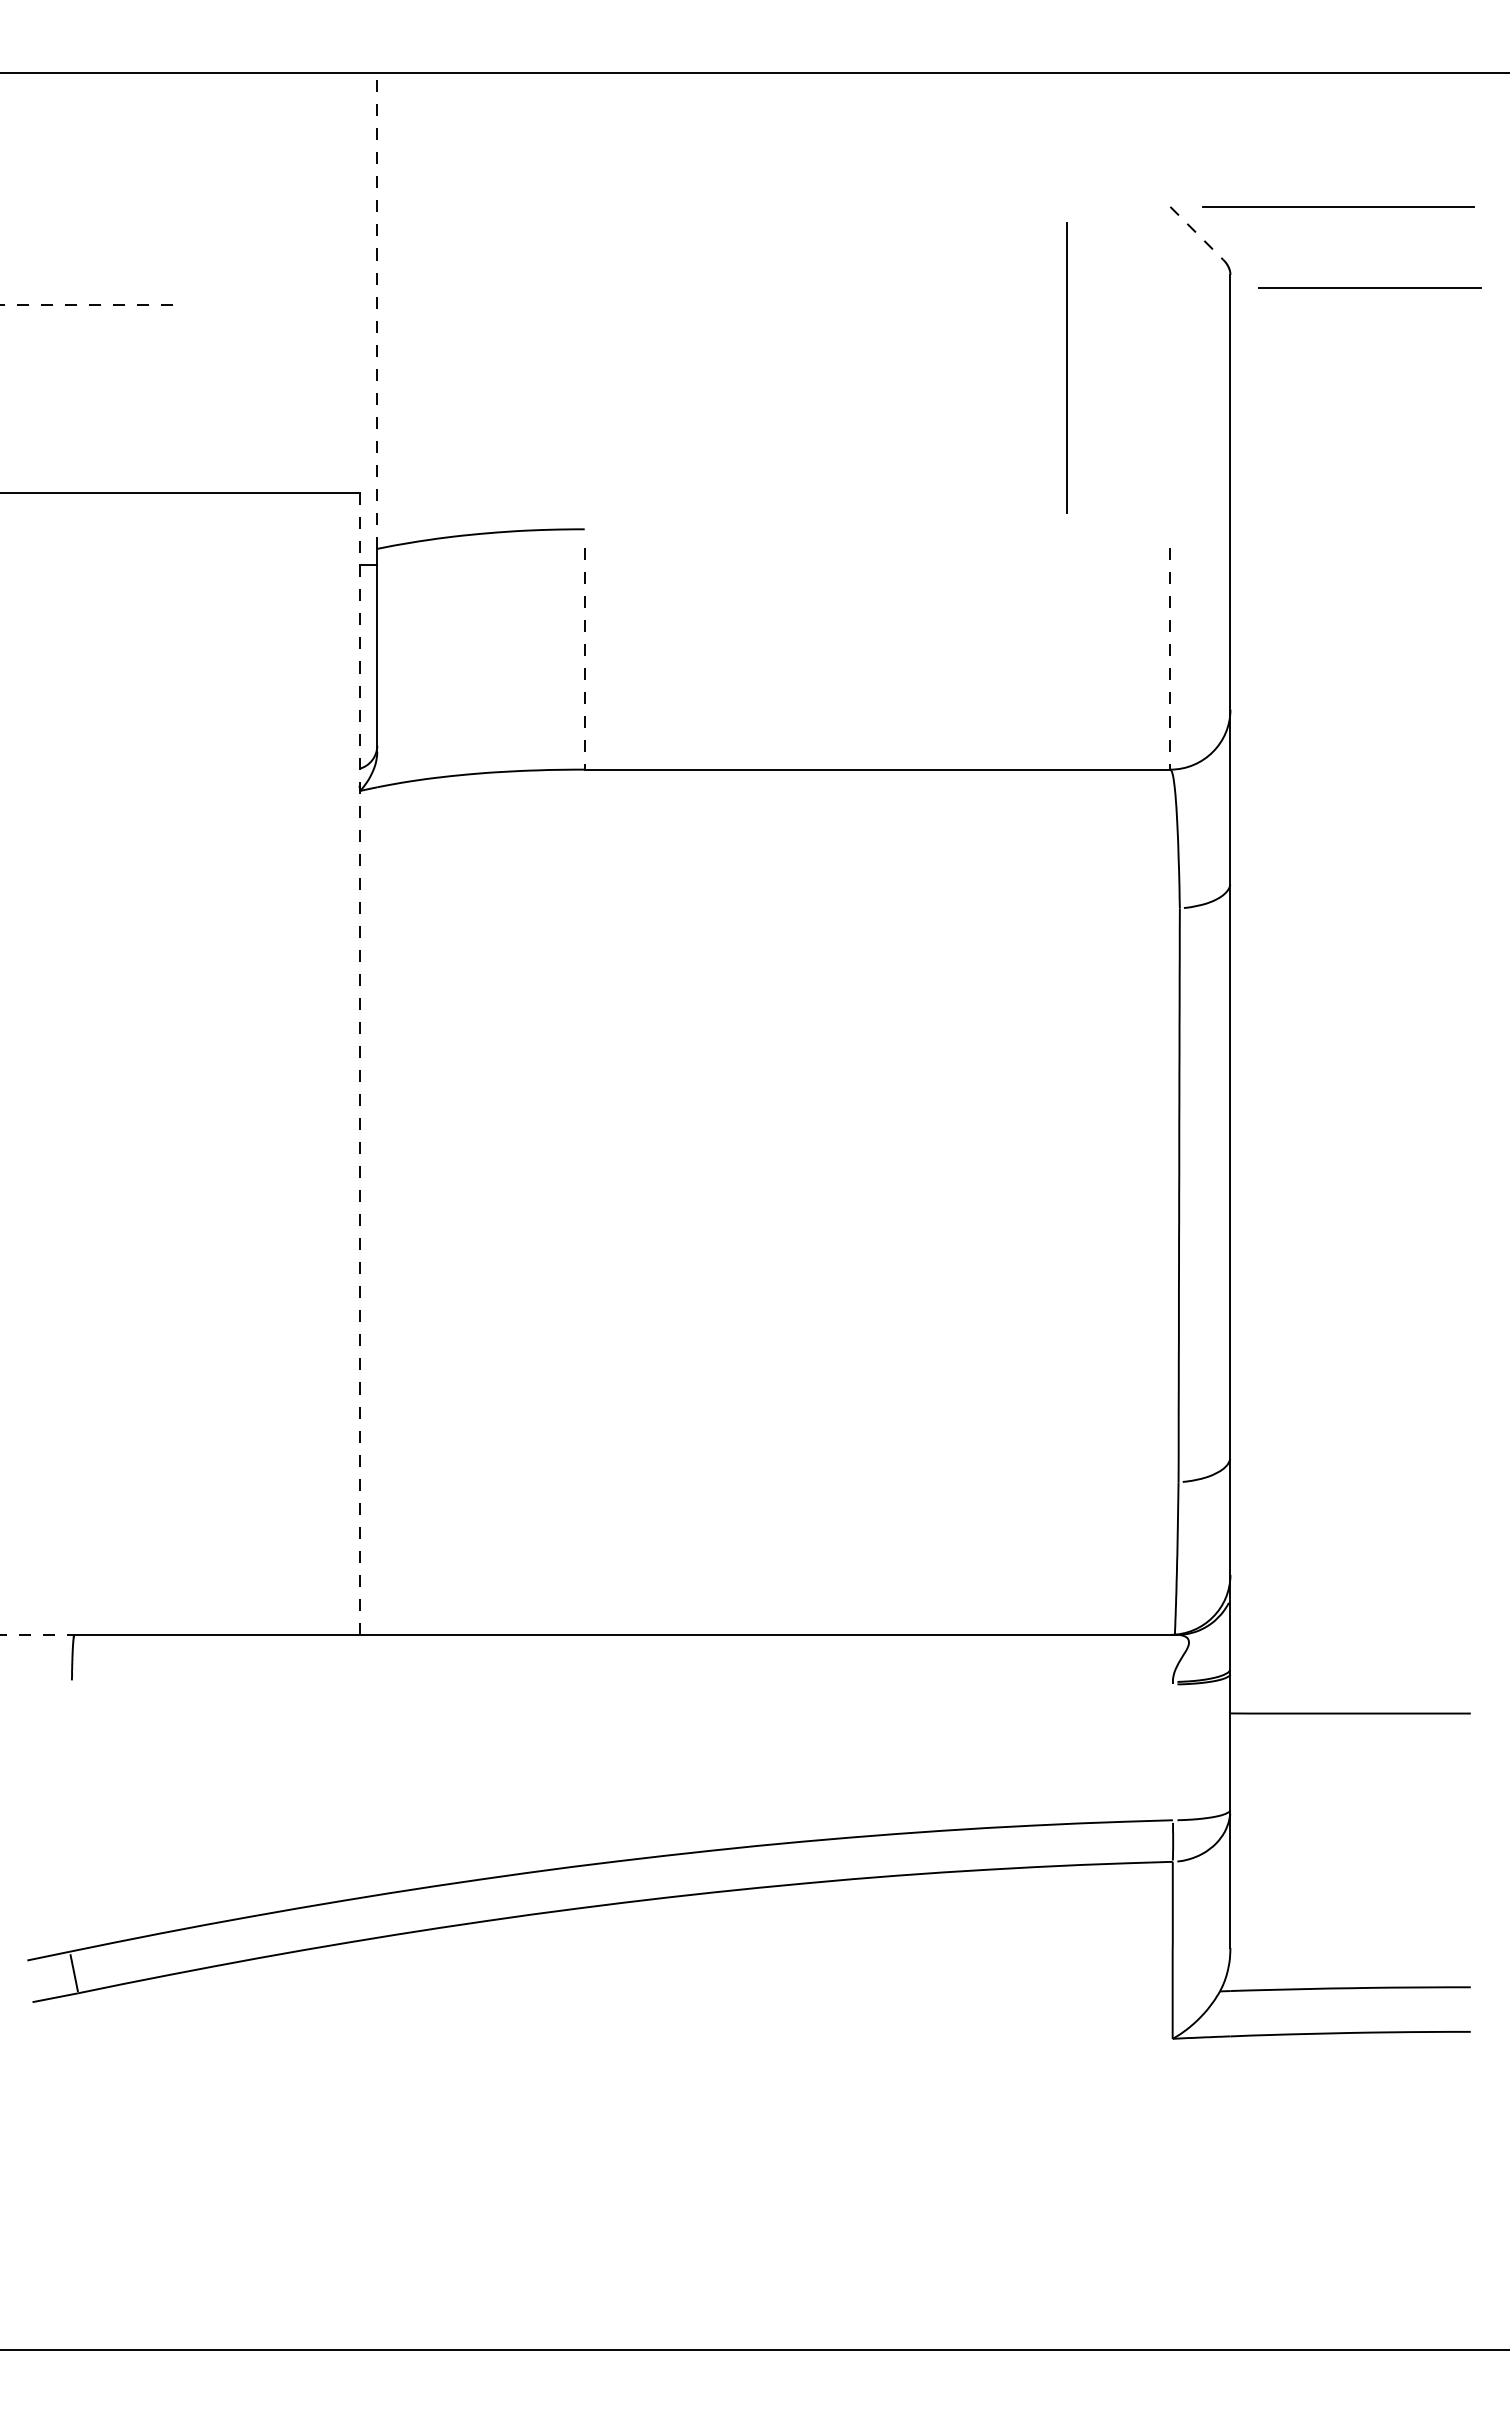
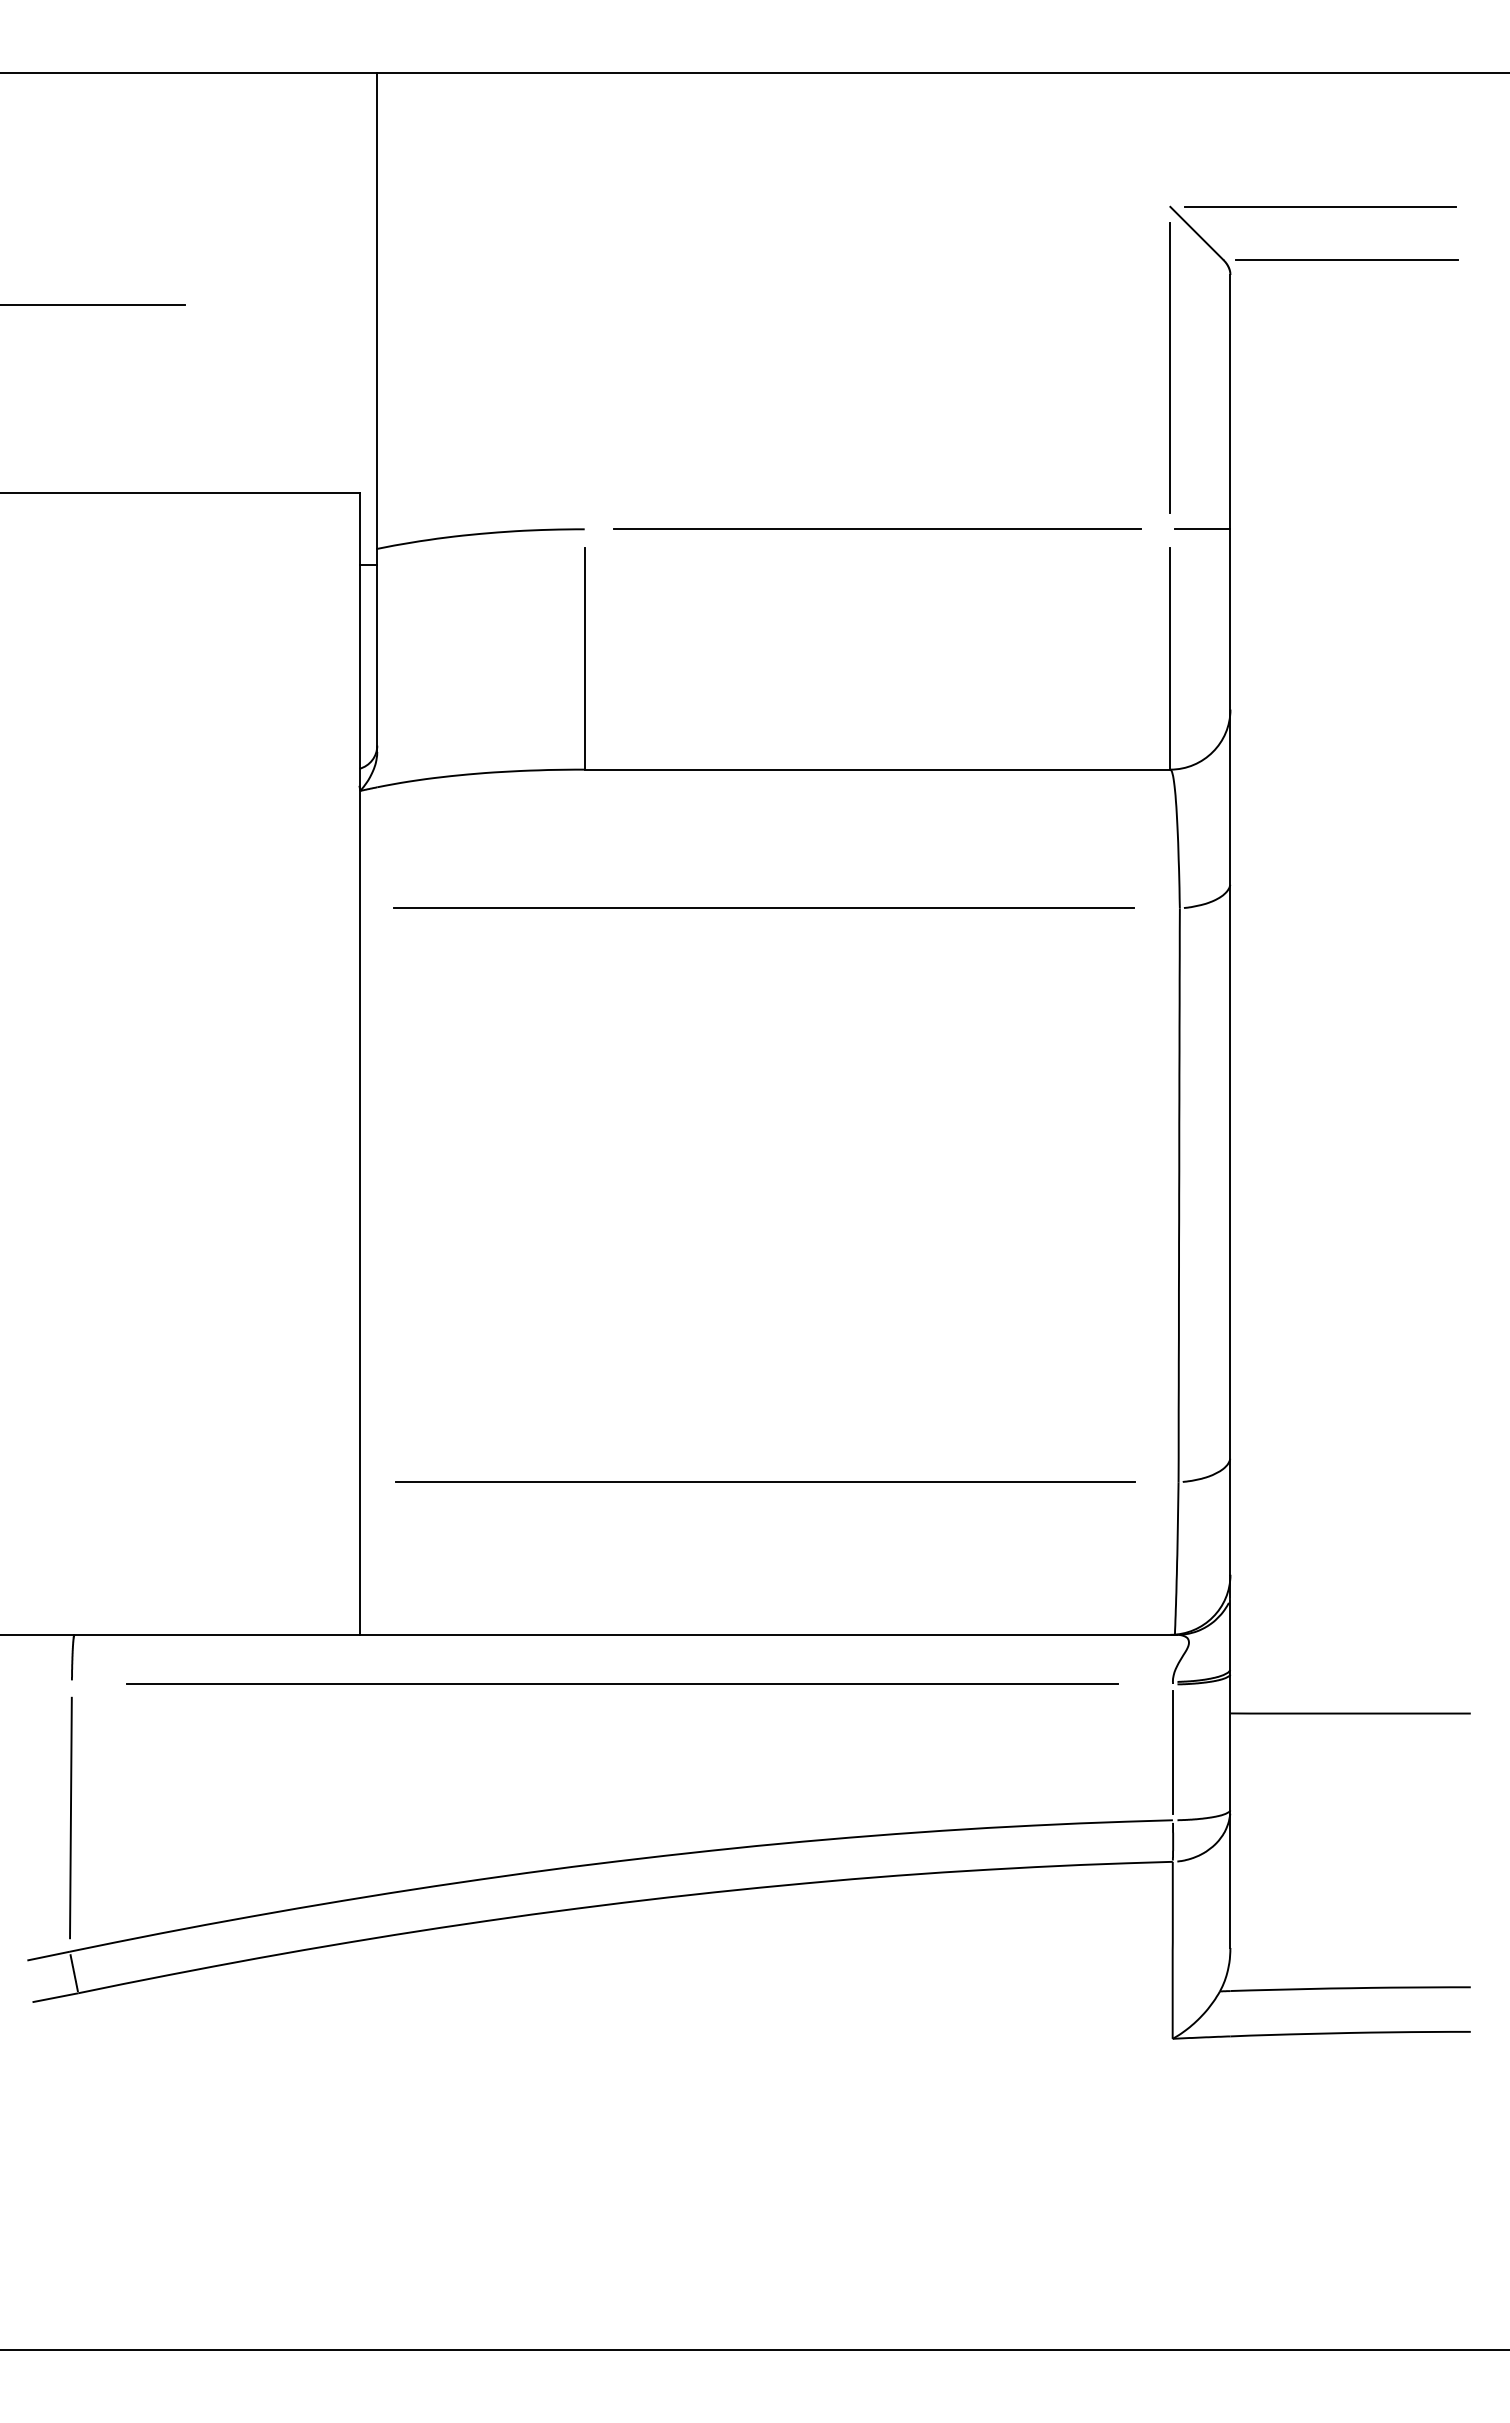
line at (1338, 206) position: (1338, 206) -> (1320, 206)
line at (1197, 233): dashed -> solid
line at (1369, 287) position: (1369, 287) -> (1346, 259)
line at (93, 305): dashed -> solid
line at (377, 310): dashed -> solid
line at (1066, 367) position: (1066, 367) -> (1169, 367)
line at (877, 528): none -> present
line at (1202, 529): none -> present
line at (584, 659): dashed -> solid
line at (1170, 659): dashed -> solid
line at (764, 908): none -> present
line at (359, 1064): dashed -> solid
line at (765, 1482): none -> present
line at (37, 1634): dashed -> solid
line at (621, 1684): none -> present
line at (1172, 1752): none -> present
line at (70, 1817): none -> present
